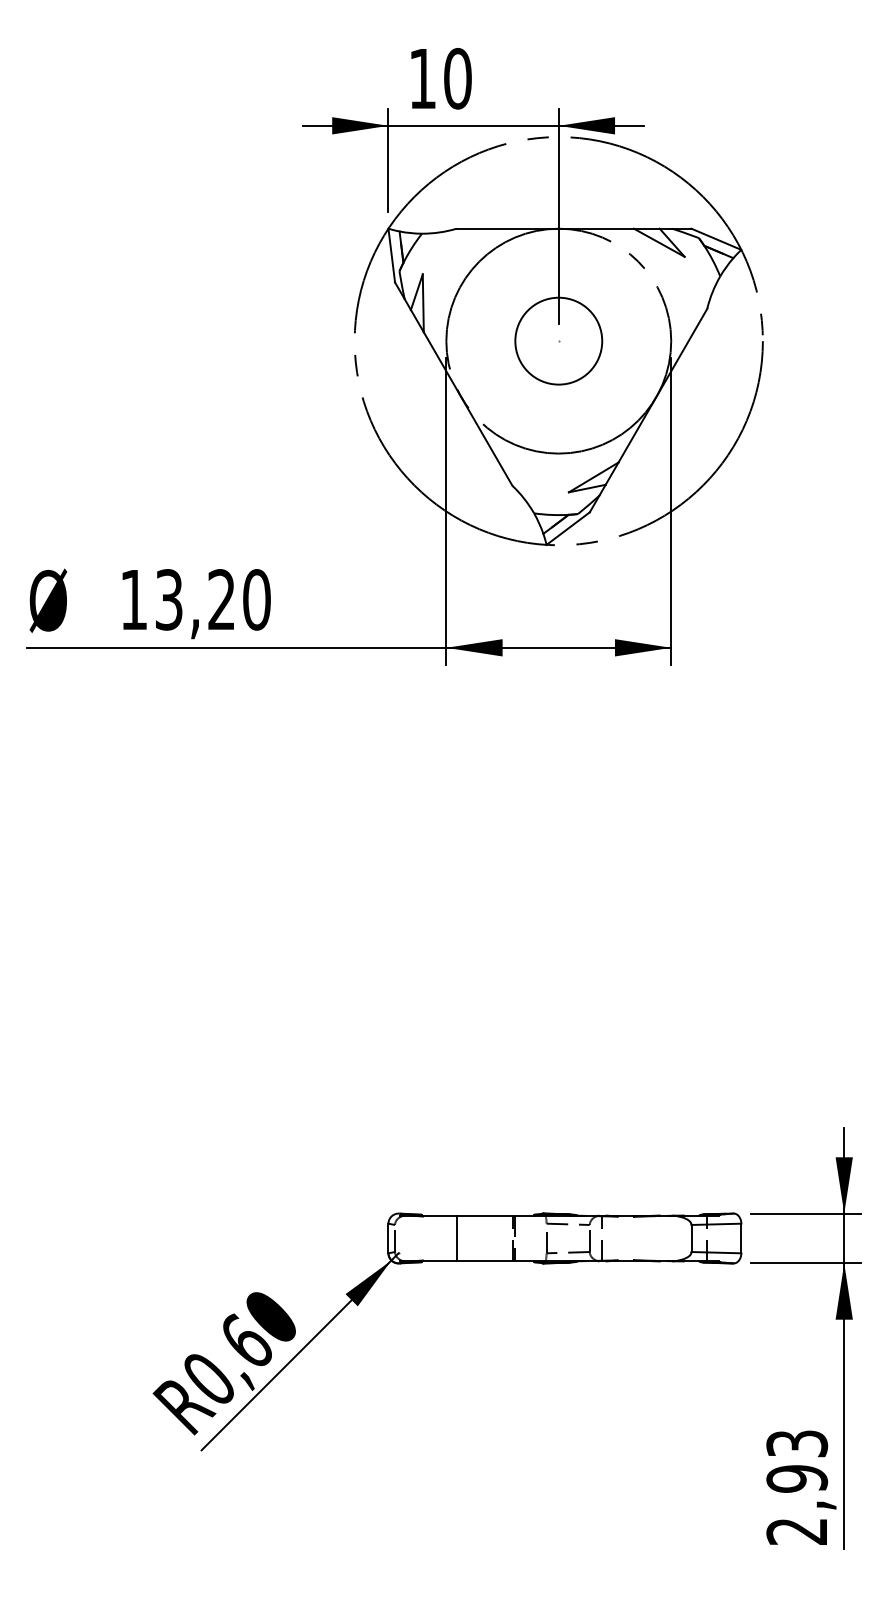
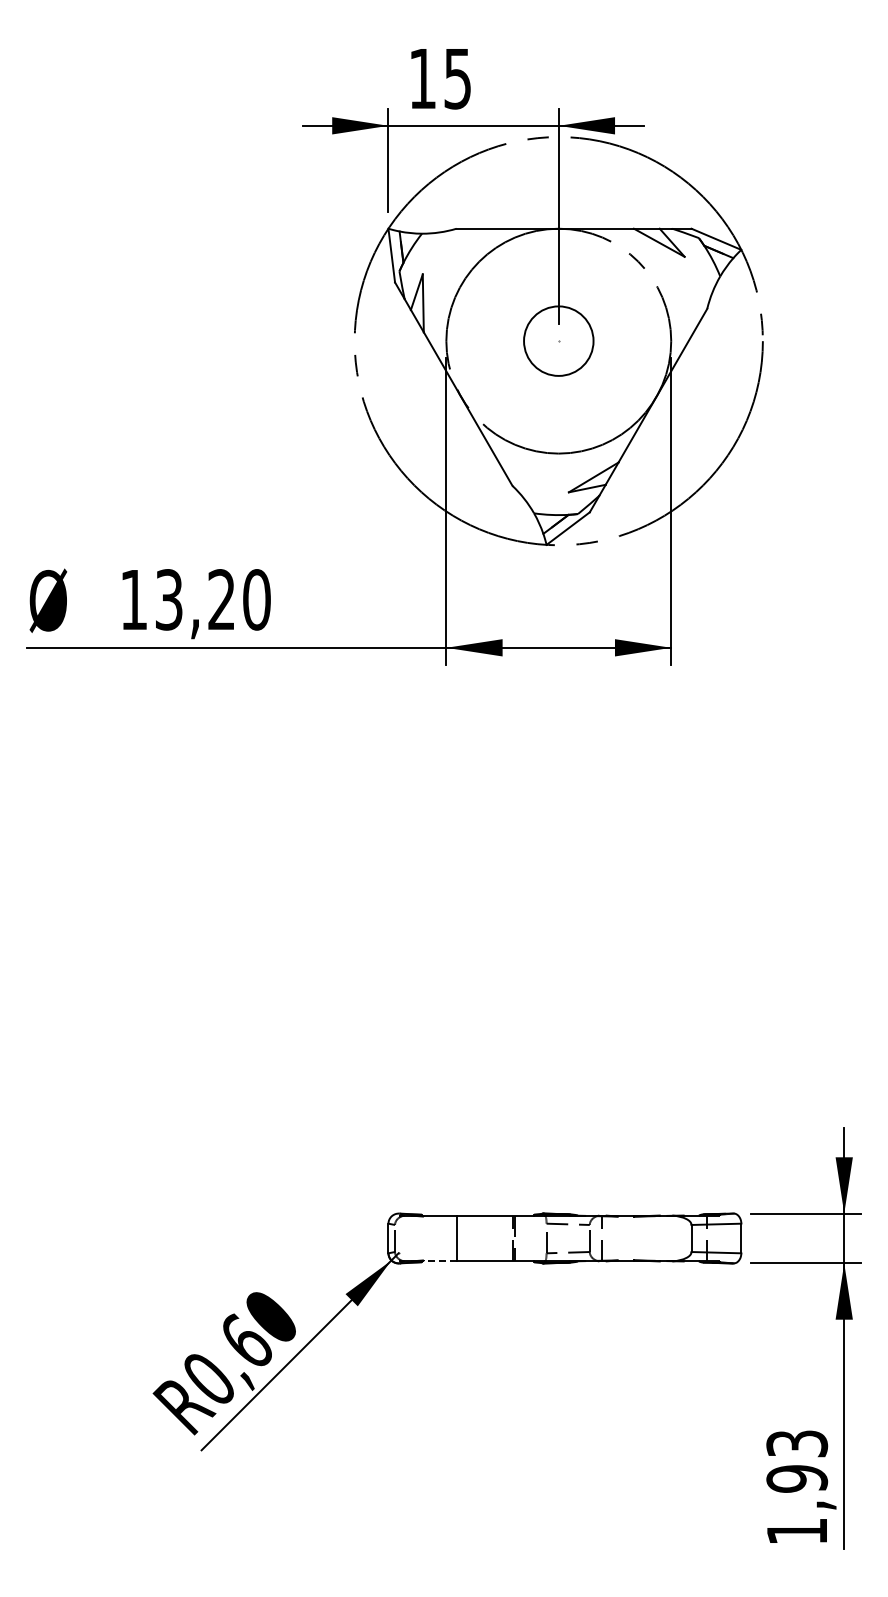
text at (457, 78): 10 -> 15
circle at (558, 340) diameter: 87 px -> 70 px
line at (438, 1261): solid -> dashed
text at (796, 1531): 2,93 -> 1,93
